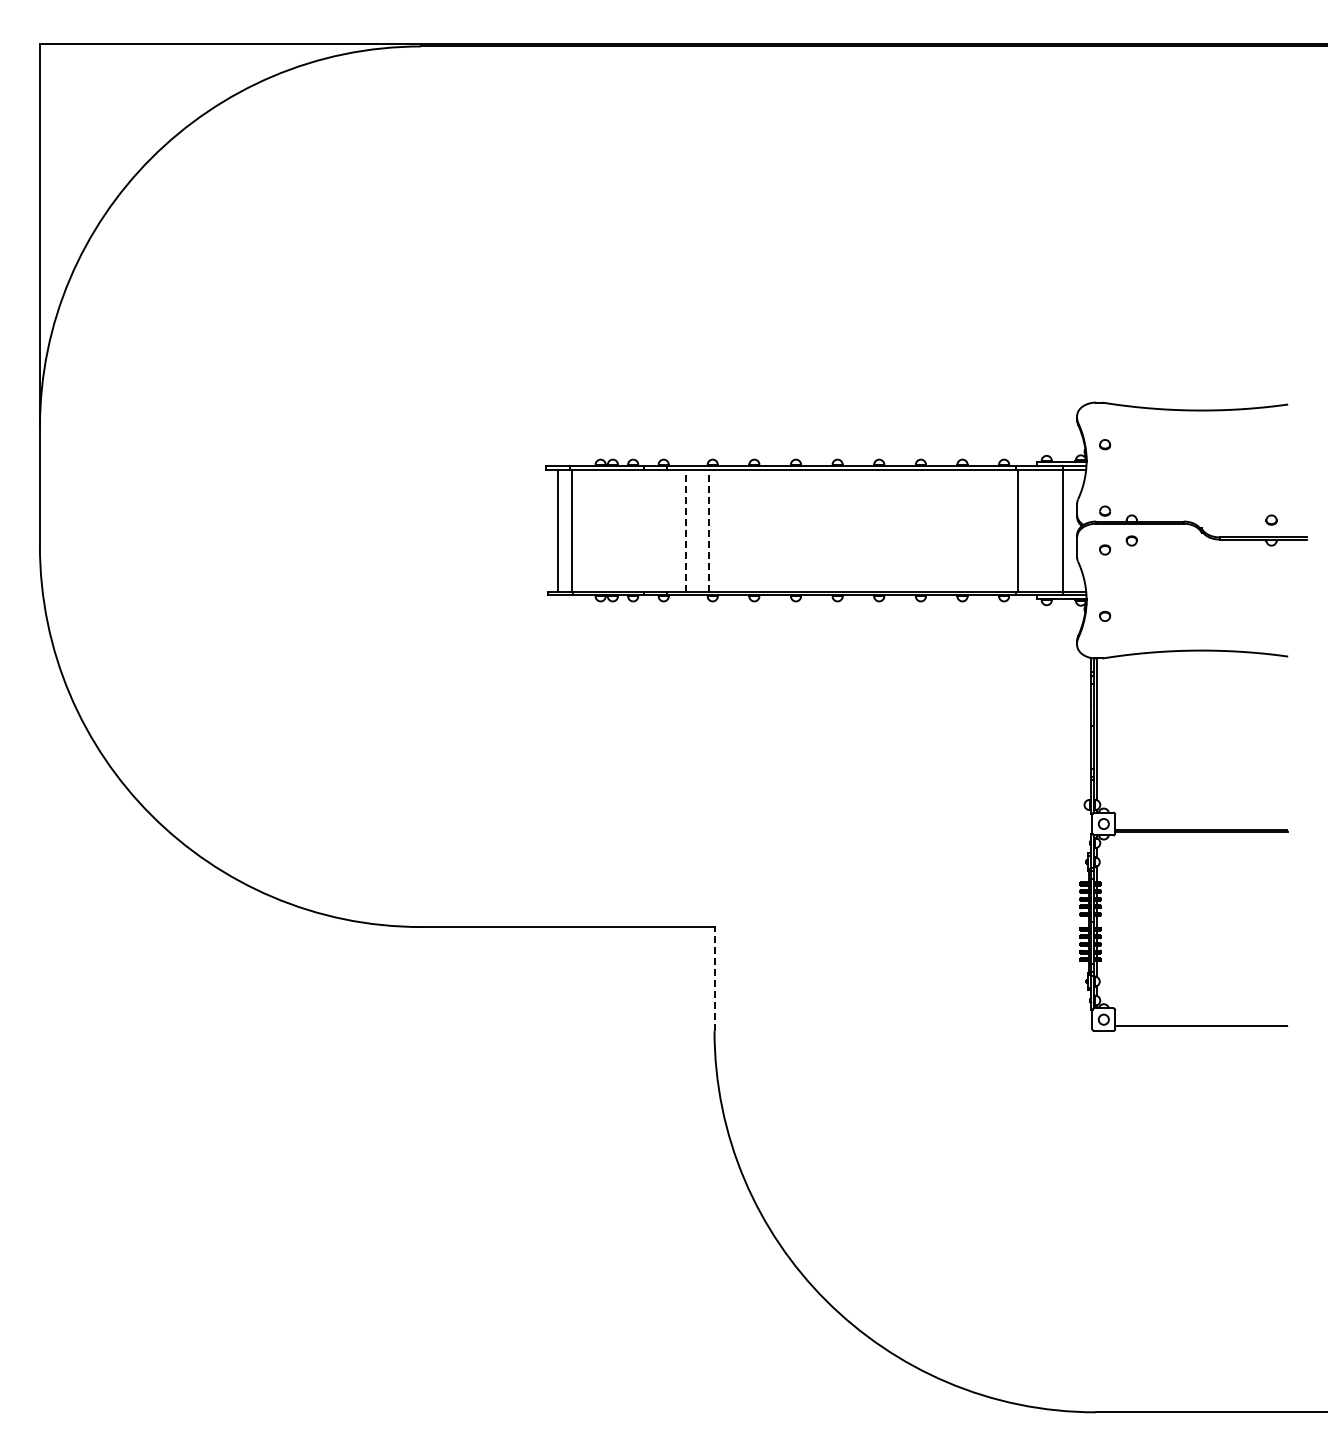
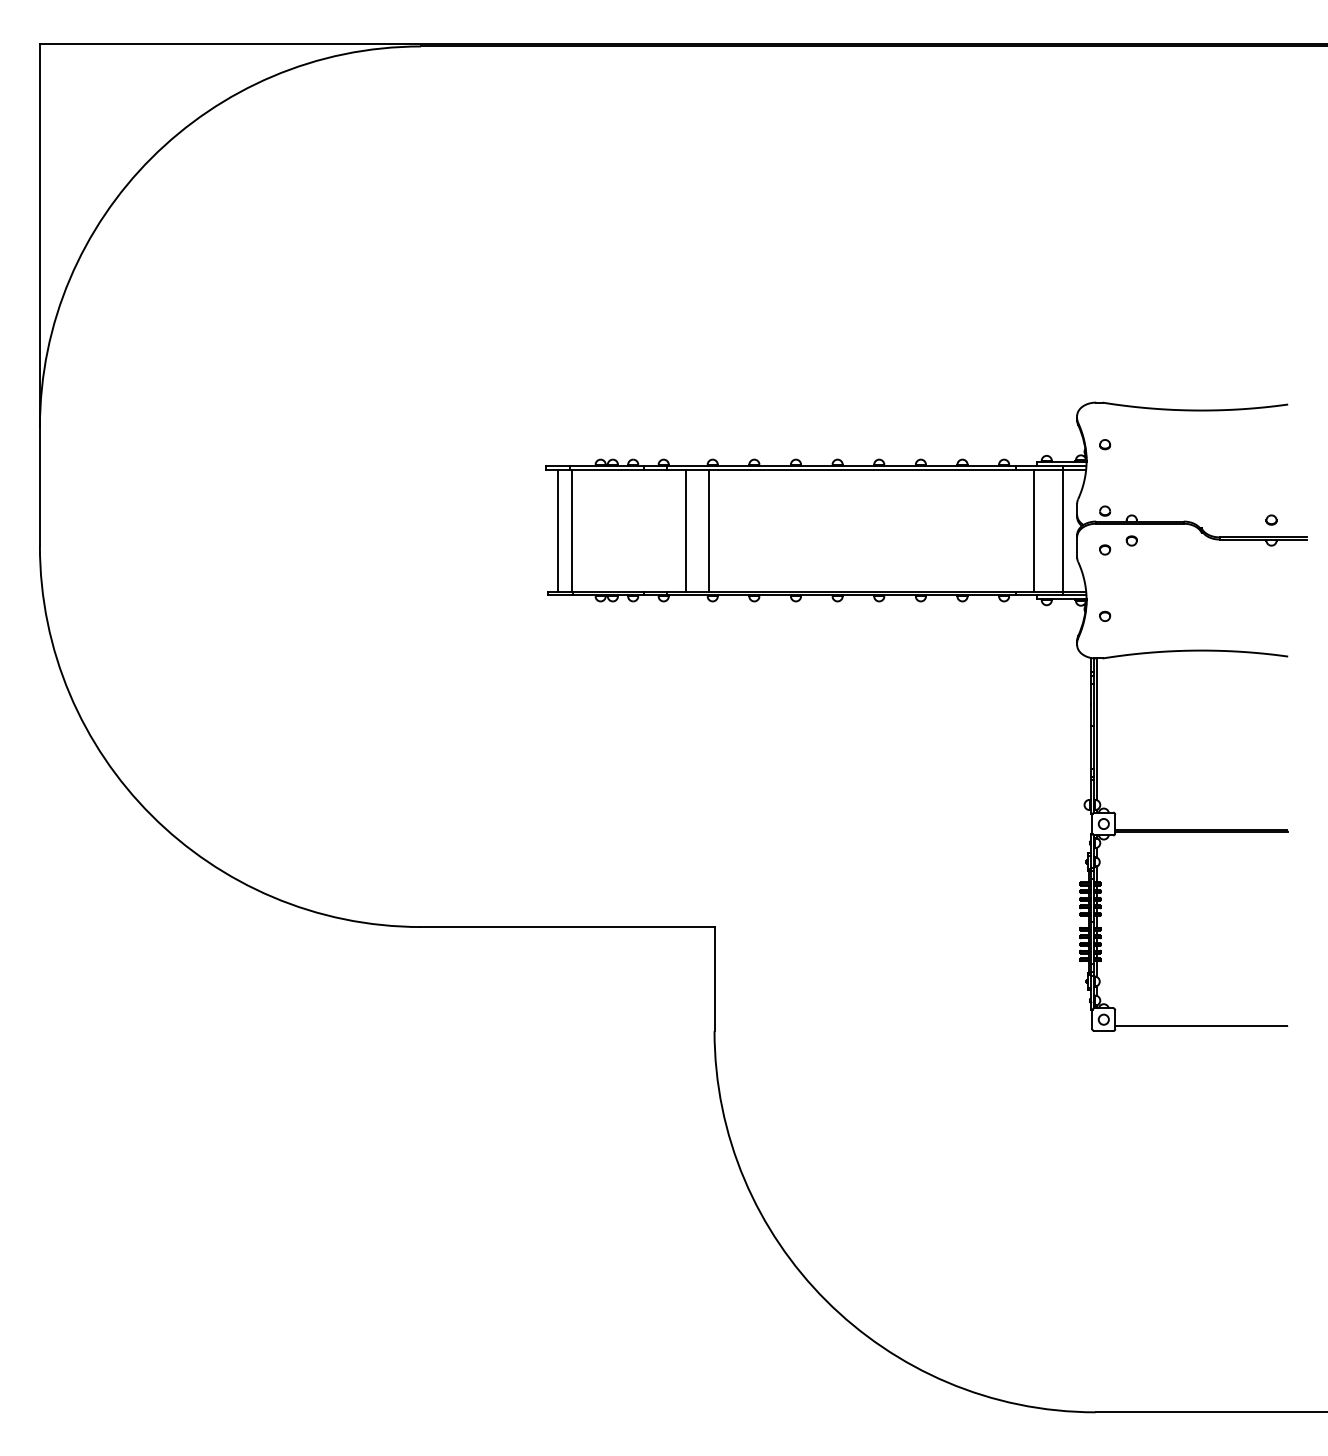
line at (686, 530): dashed -> solid
line at (709, 530): dashed -> solid
line at (1017, 530) position: (1017, 530) -> (1033, 530)
line at (714, 978): dashed -> solid
